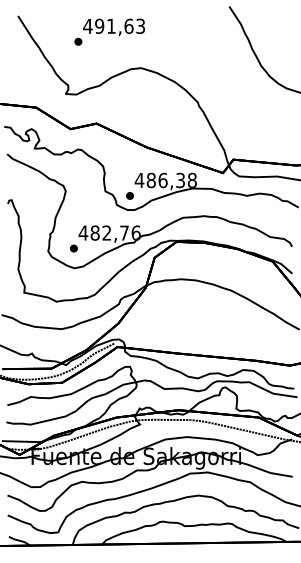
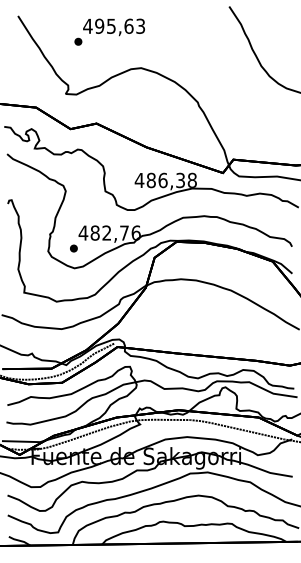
text at (111, 25): 491,63 -> 495,63
part at (129, 195): present -> none
